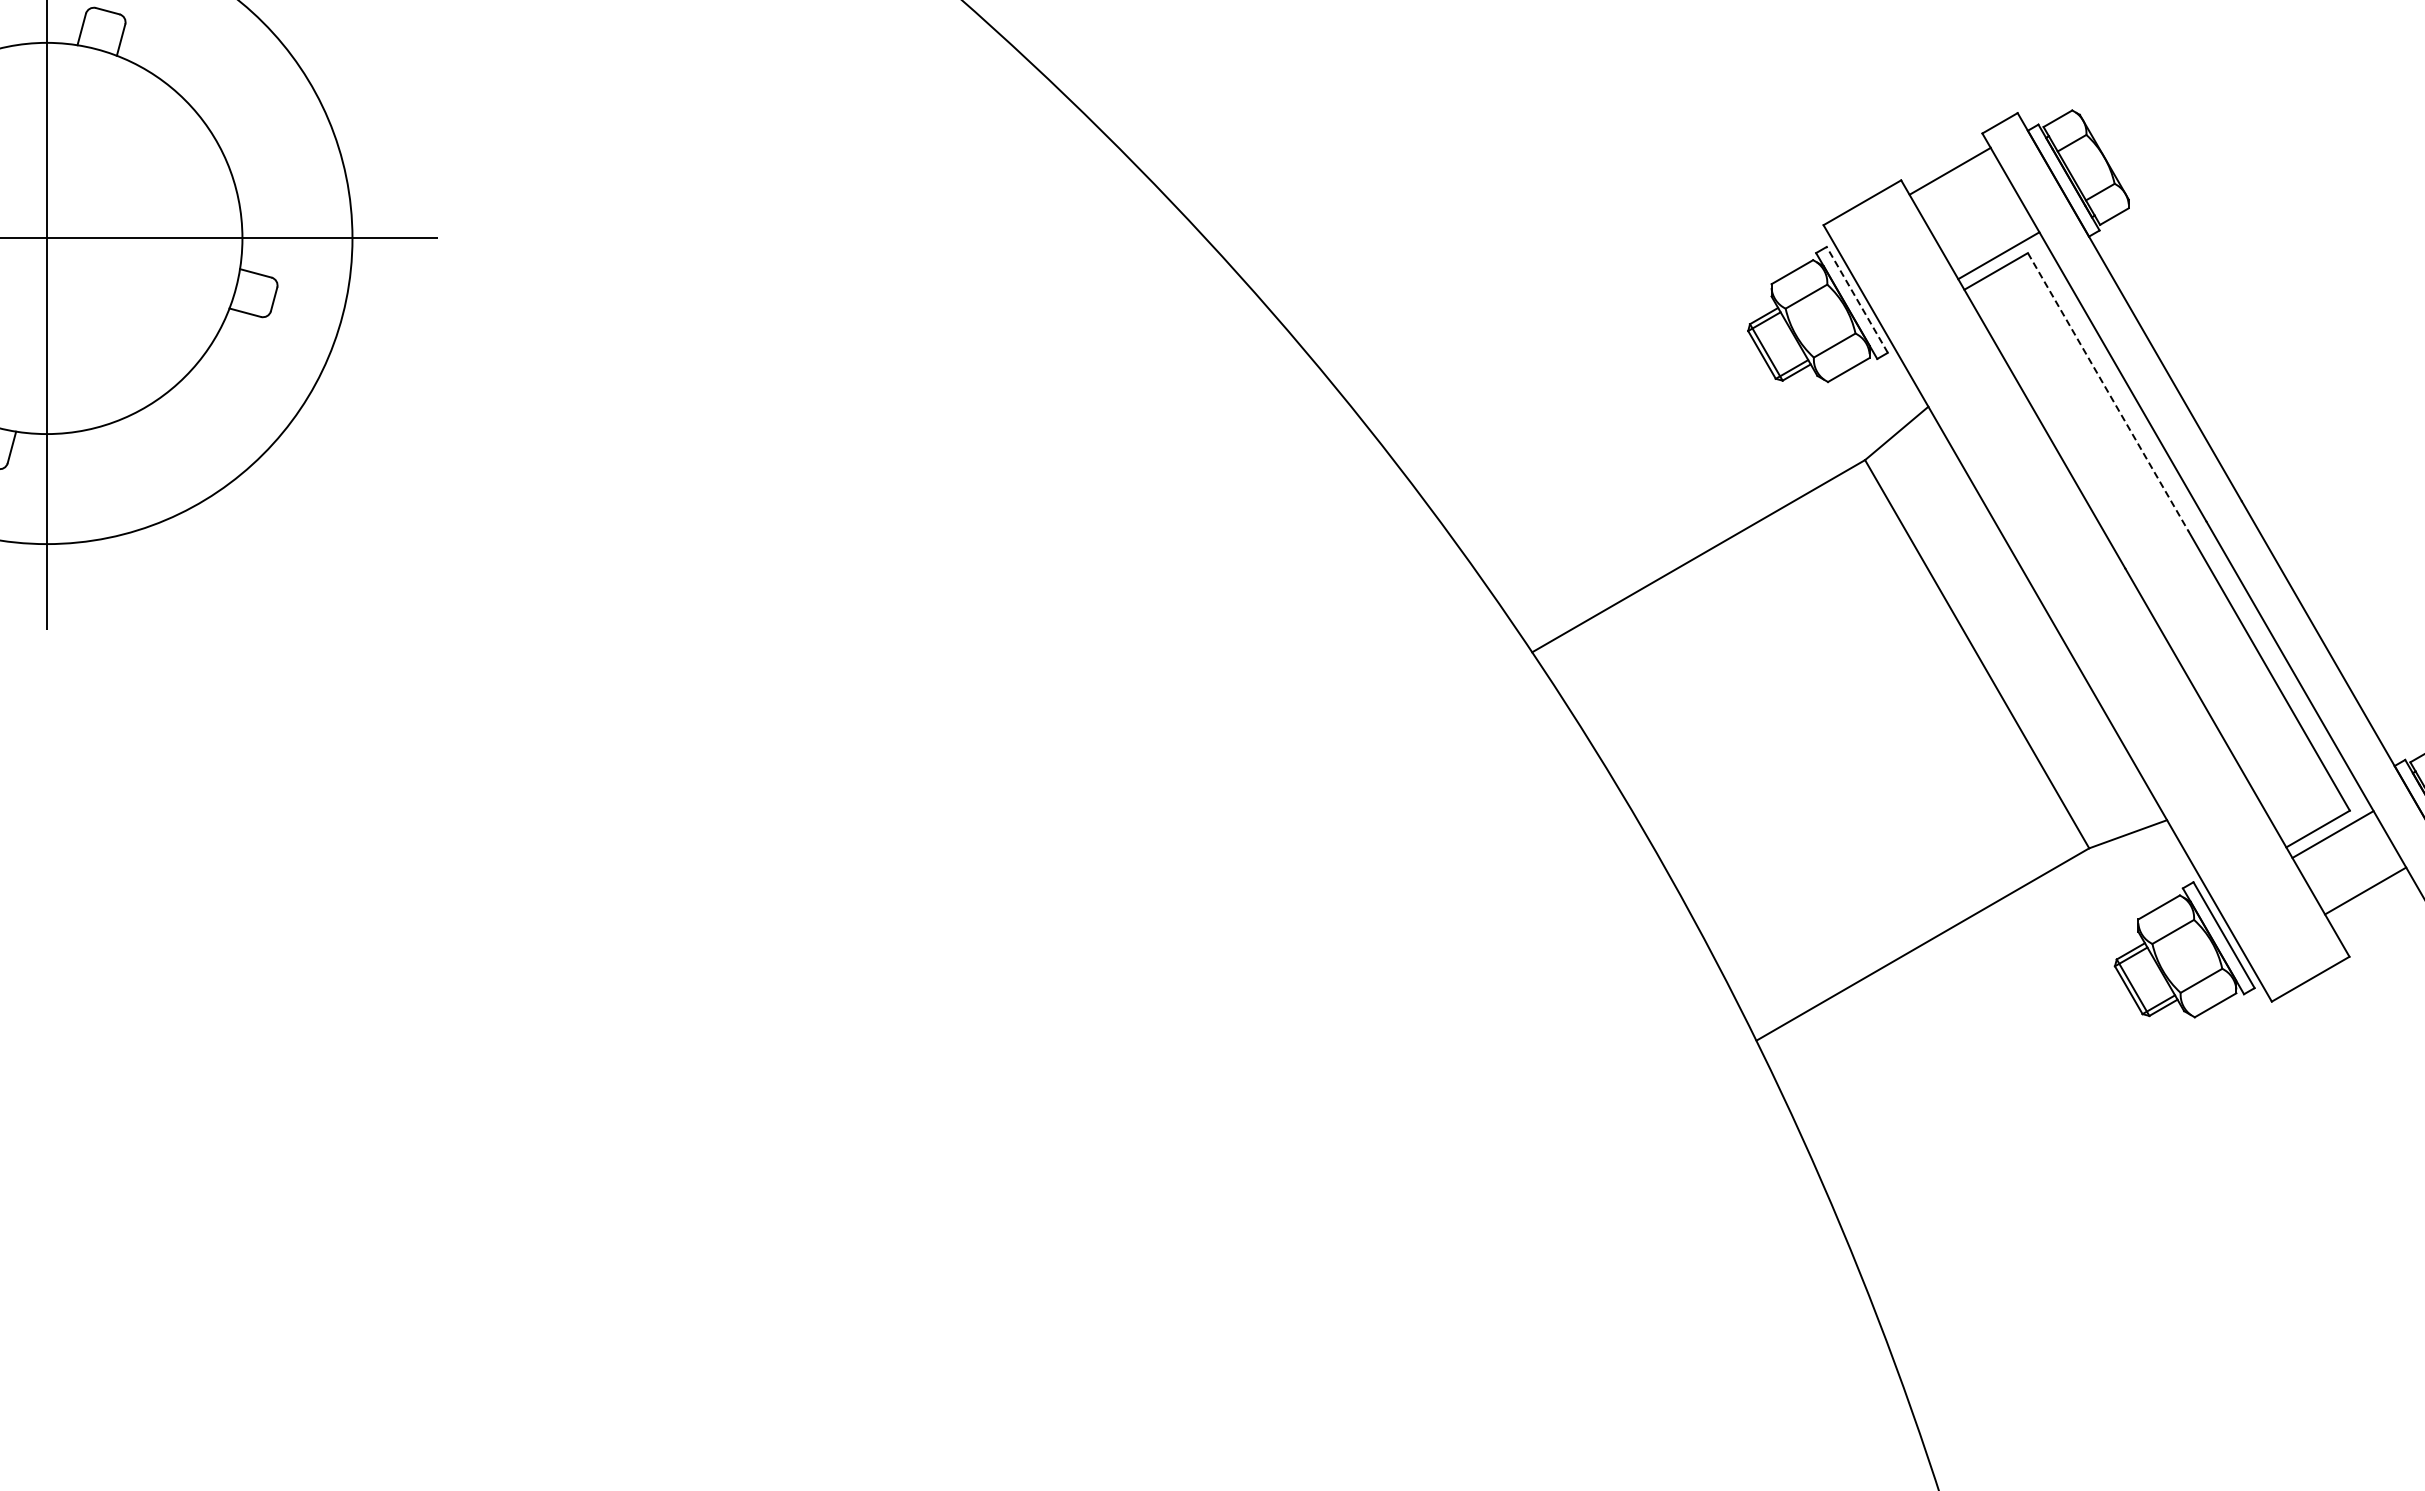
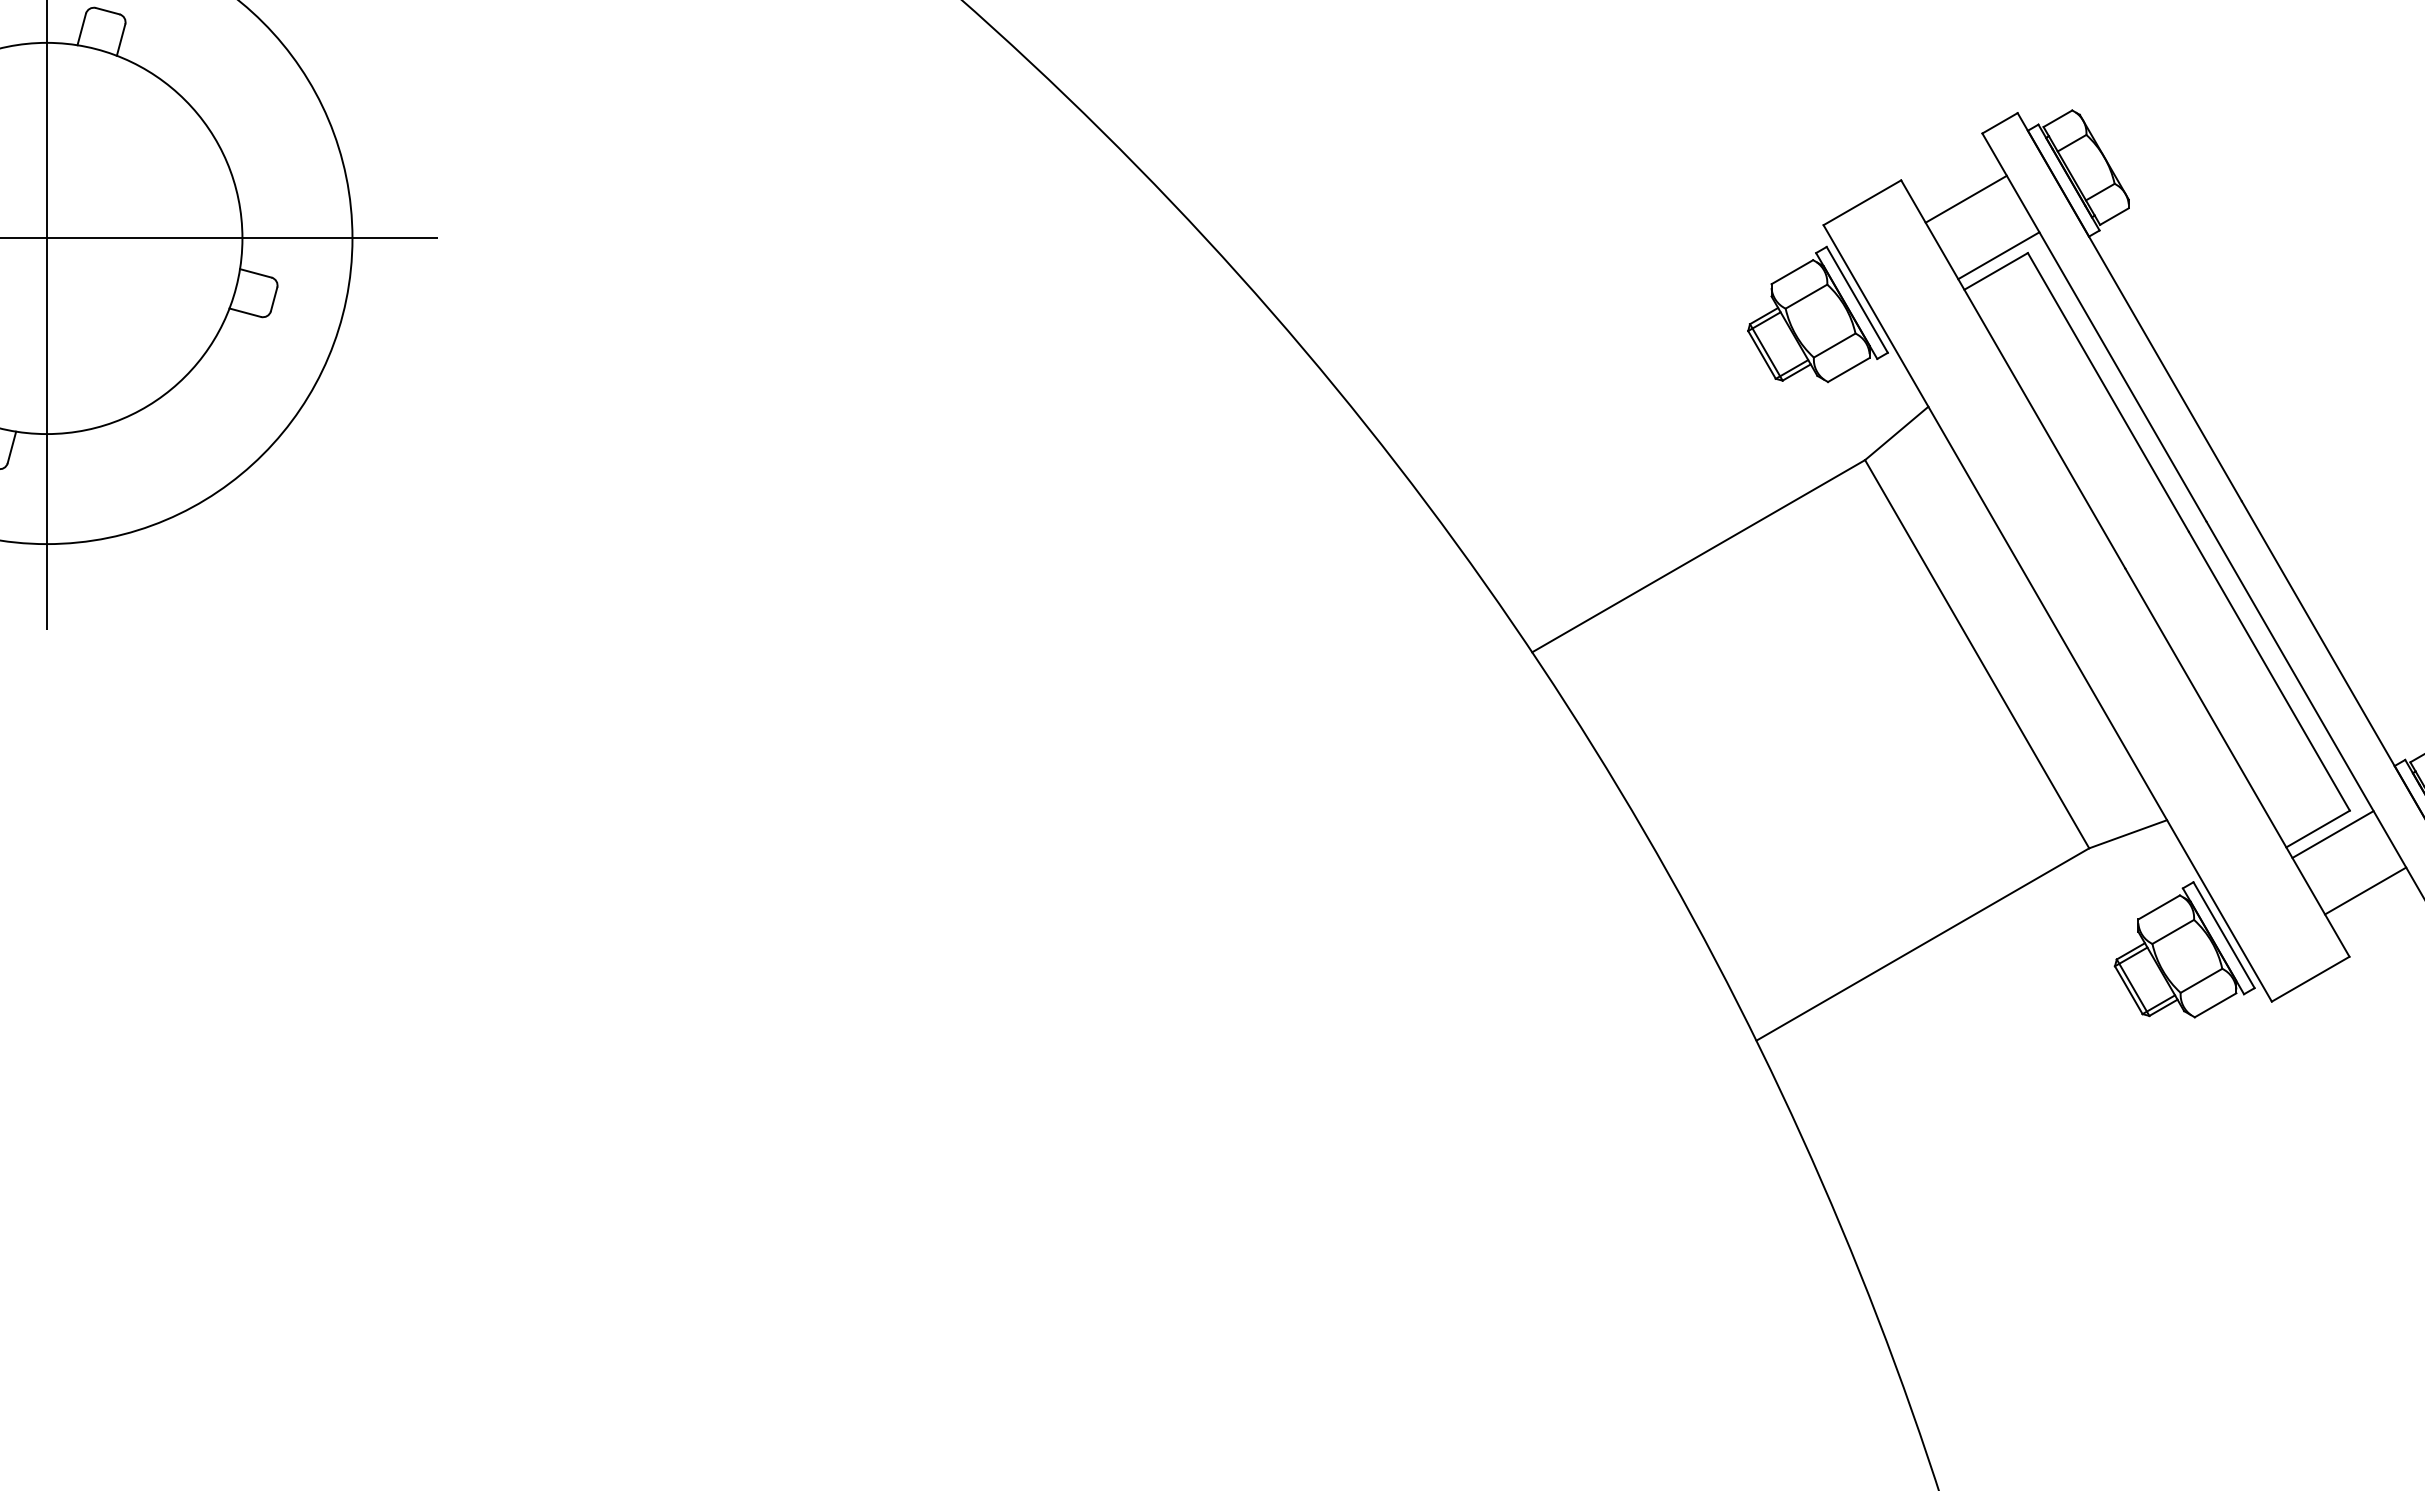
line at (1949, 170) position: (1949, 170) -> (1965, 198)
line at (1857, 299): dashed -> solid
line at (2108, 392): dashed -> solid
